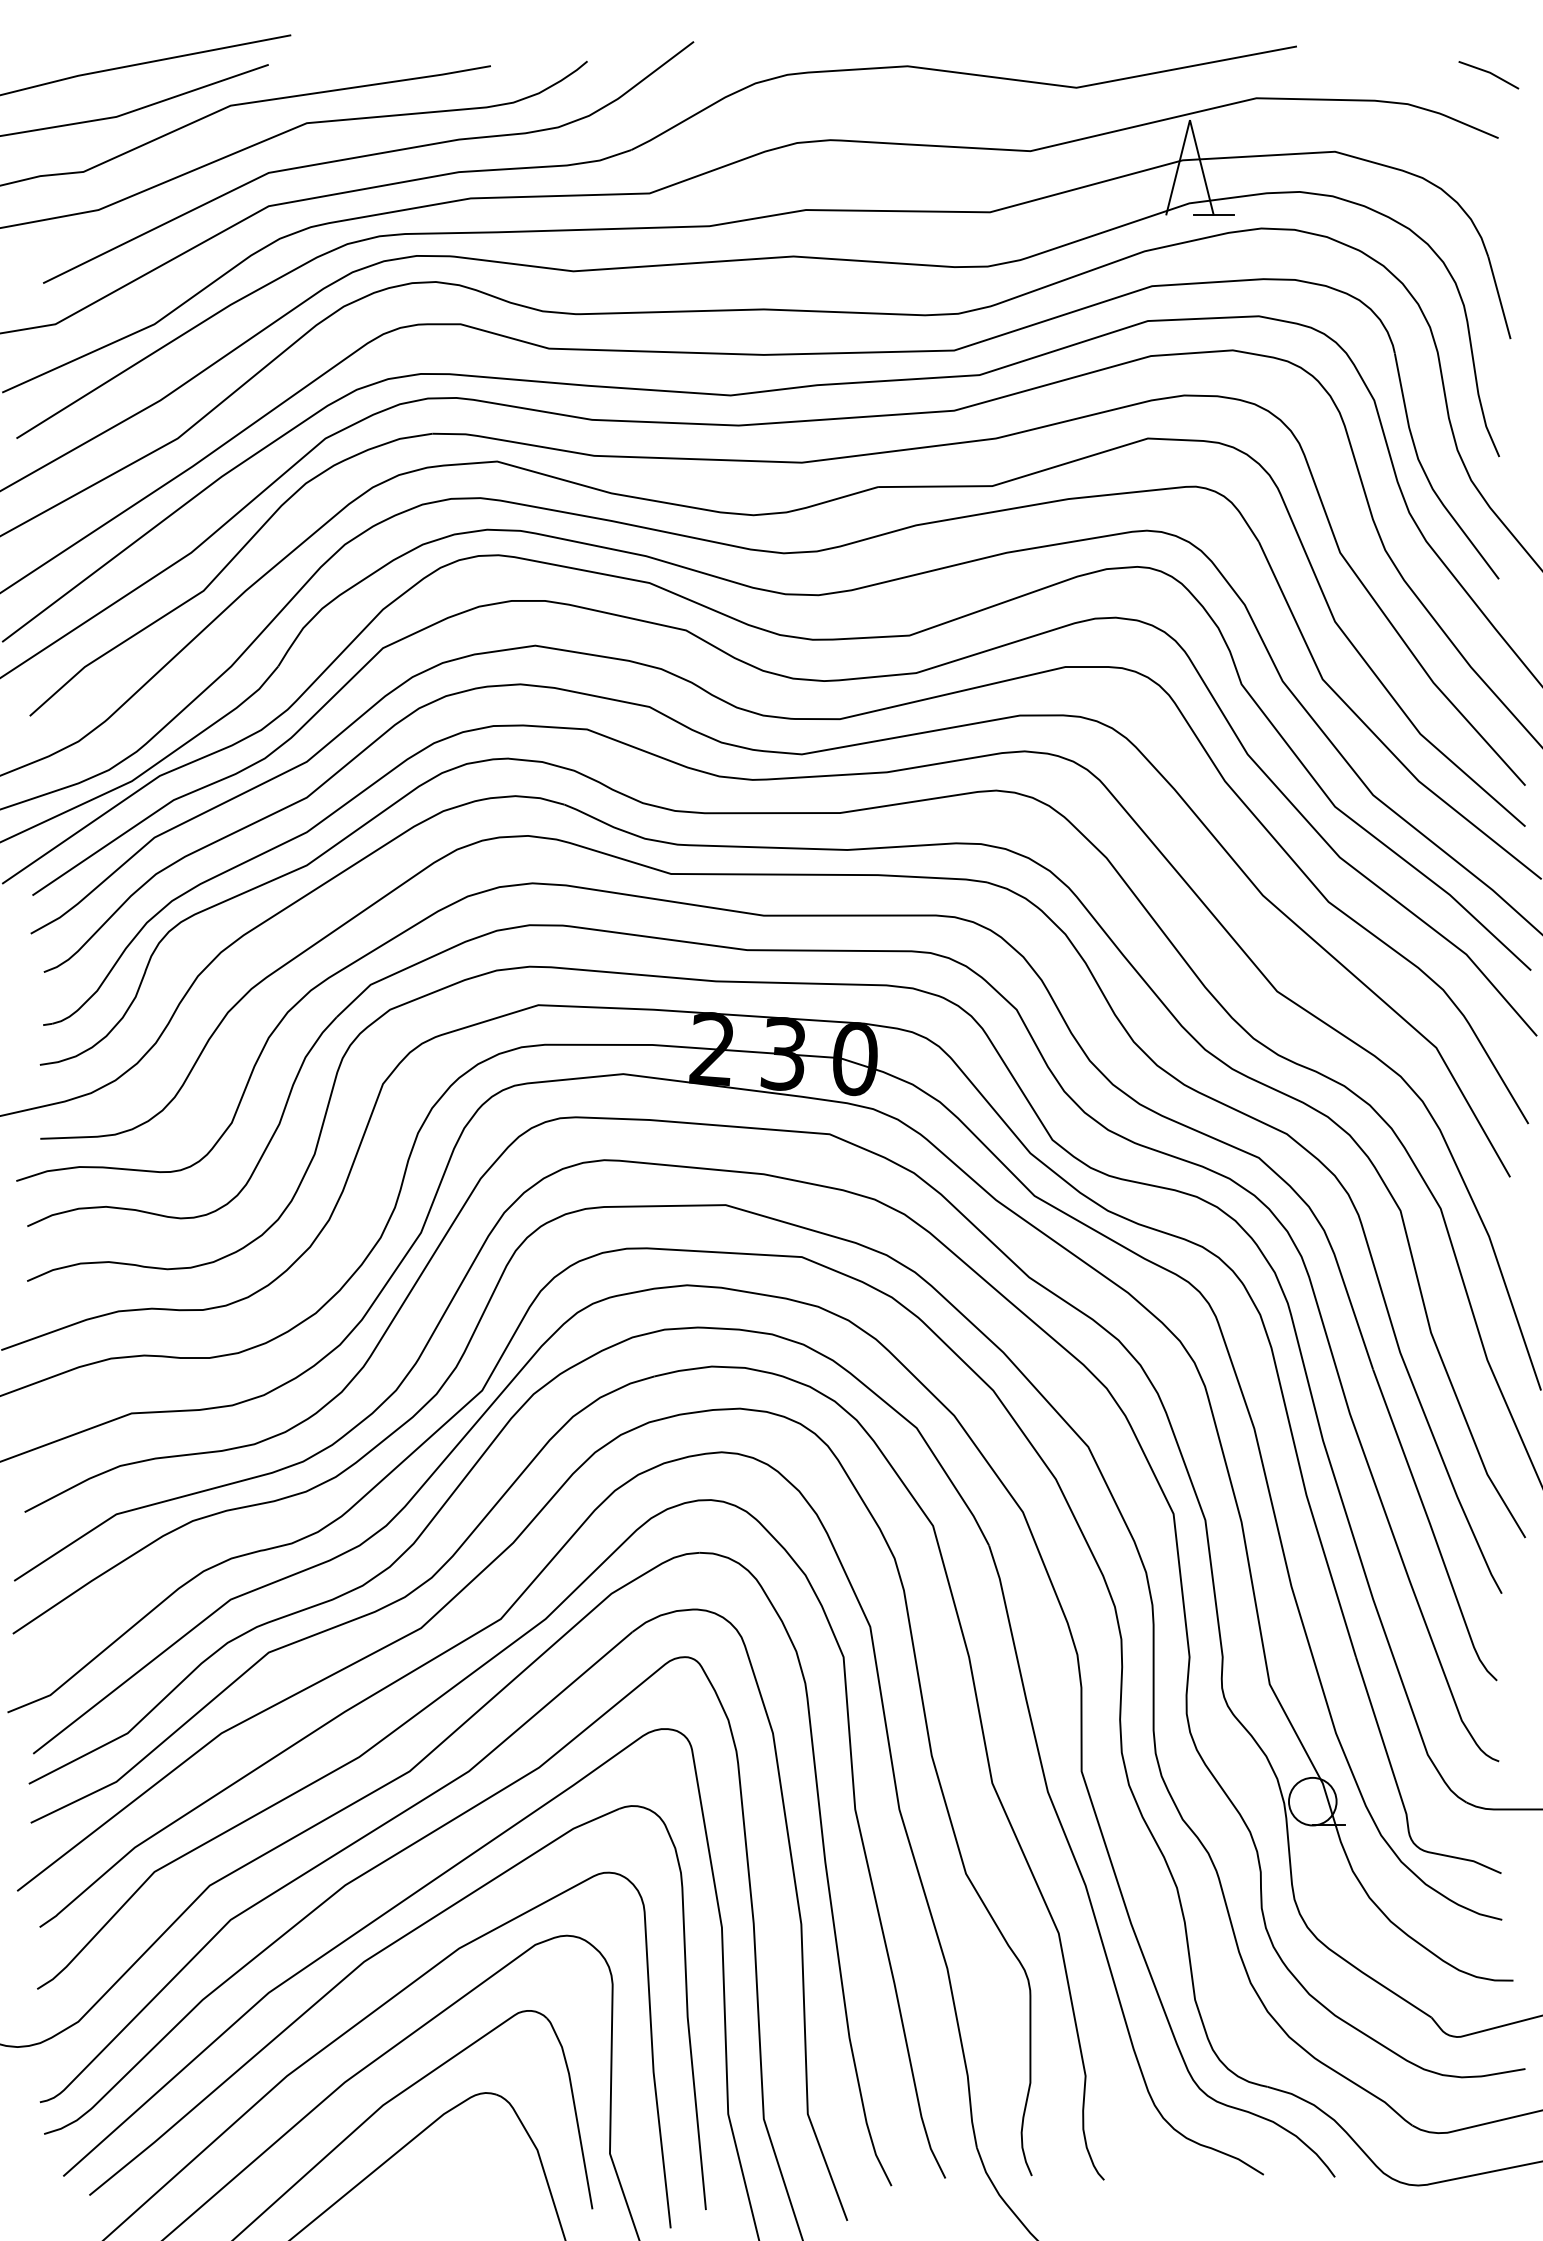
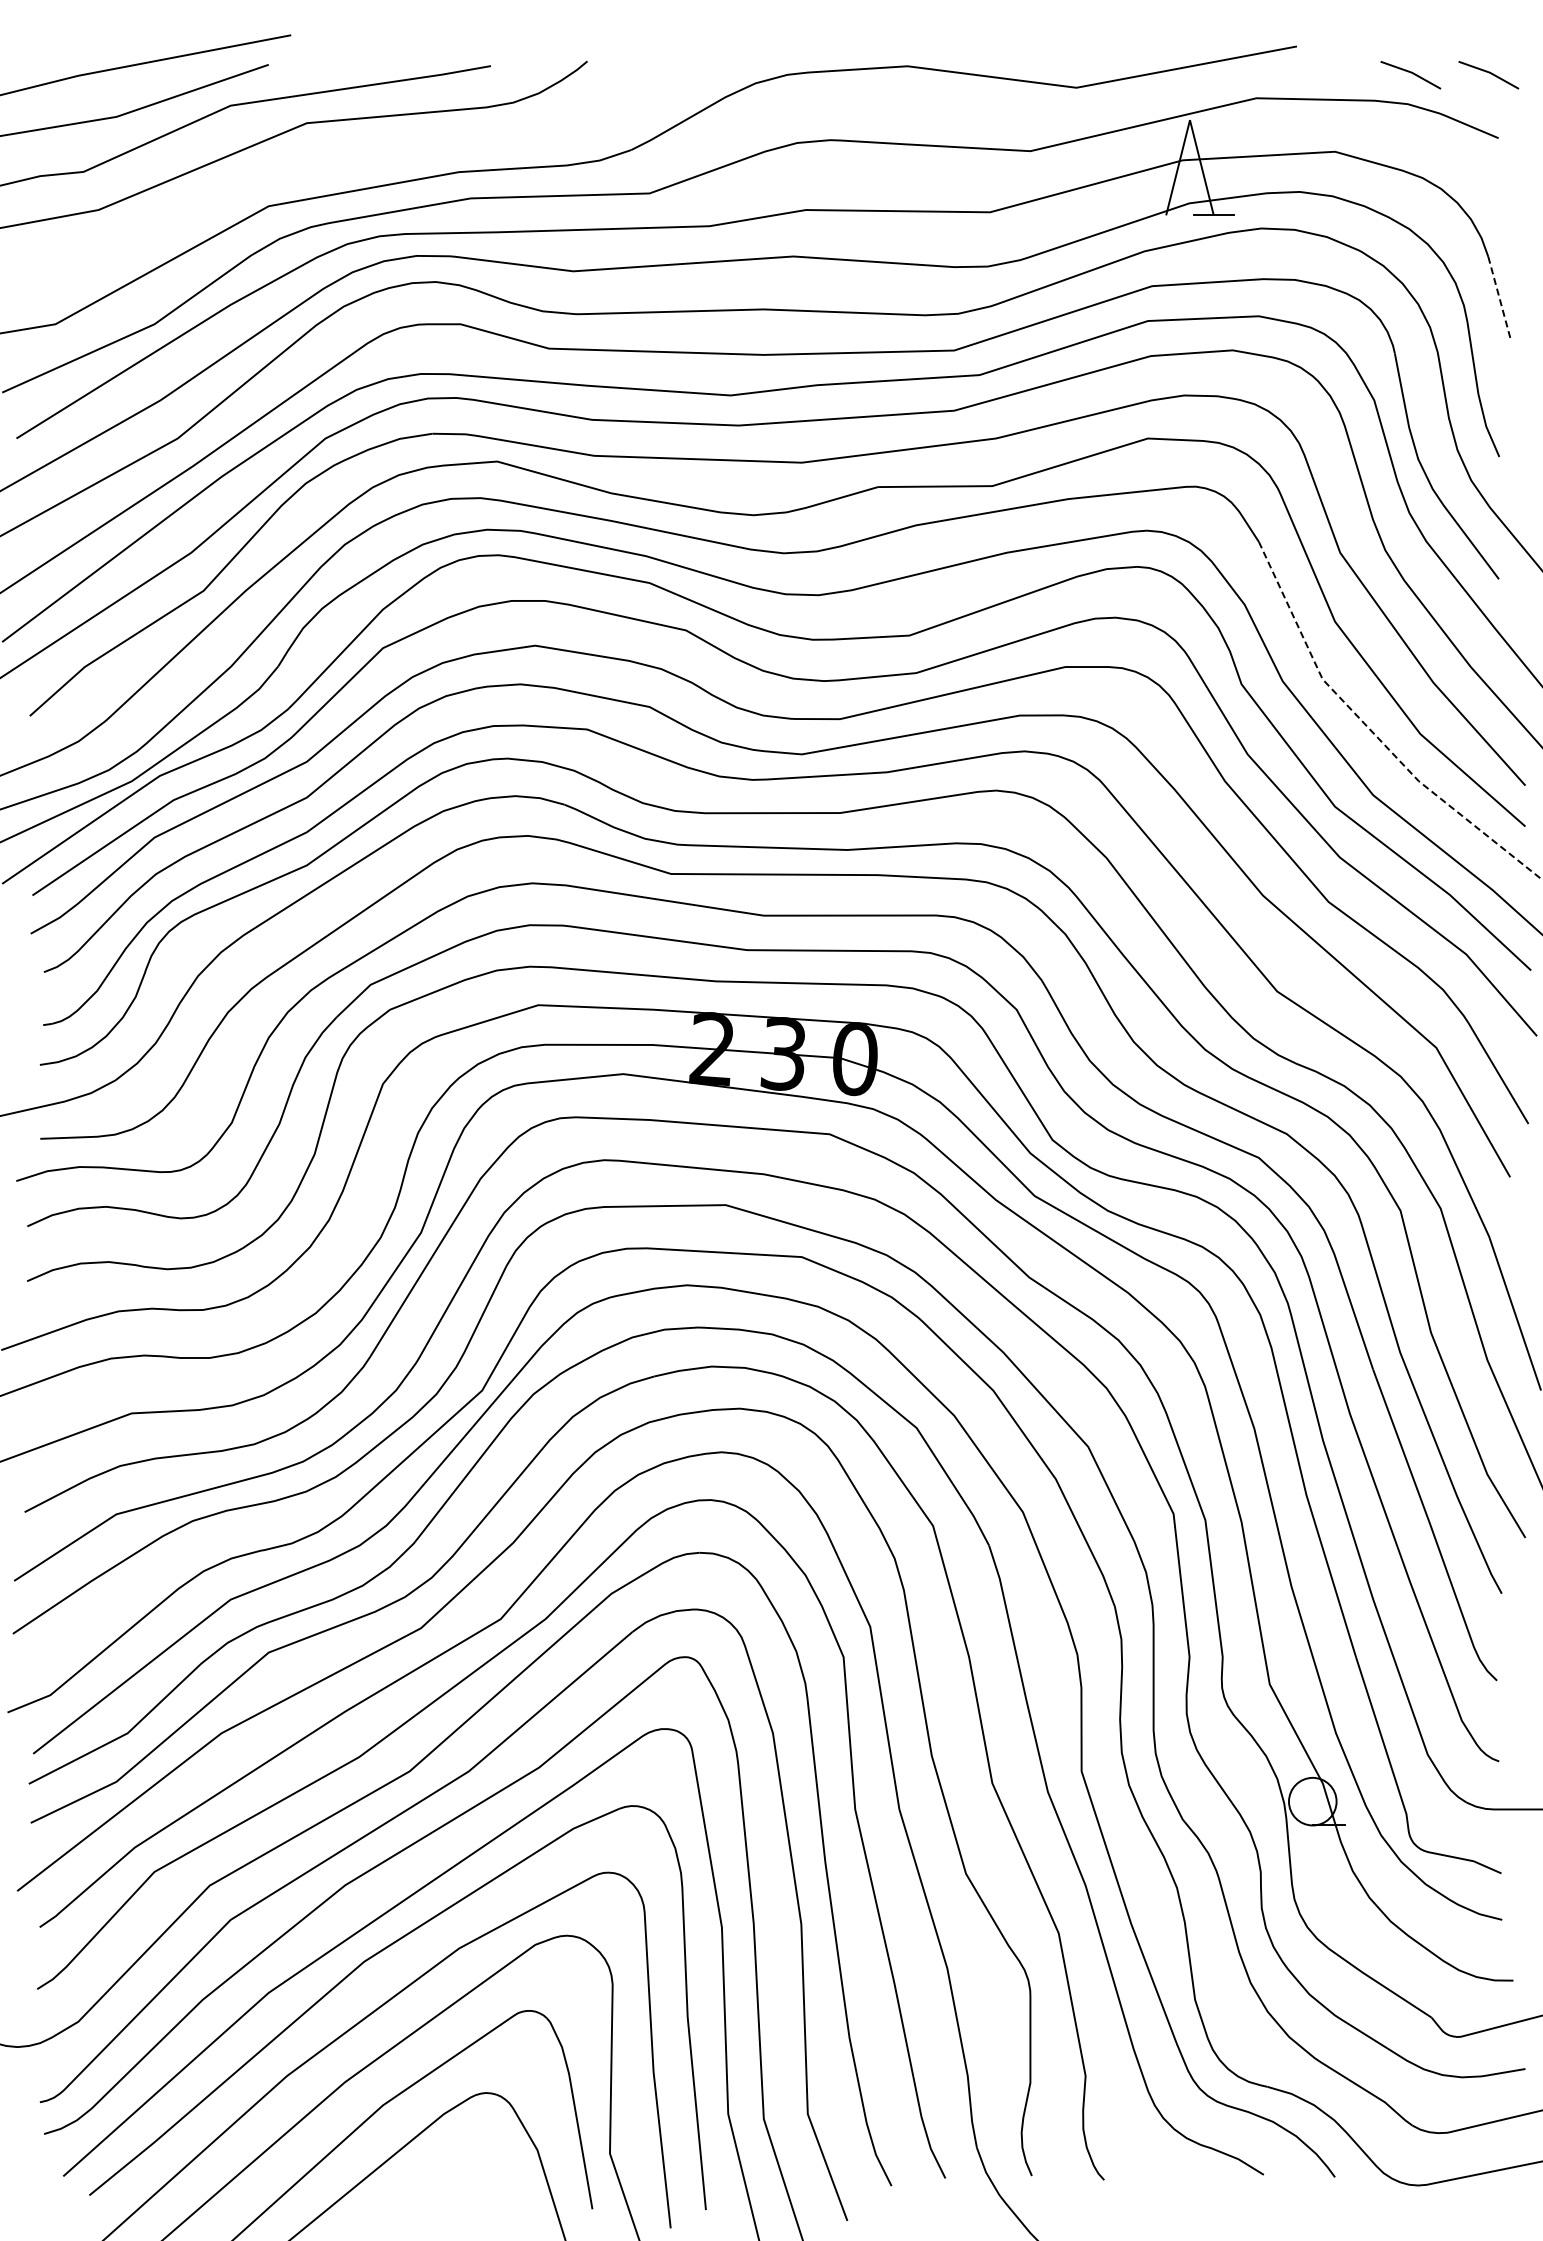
line at (1410, 73): none -> present
curve at (368, 156): present -> none
line at (1499, 298): solid -> dashed
line at (1373, 732): solid -> dashed
